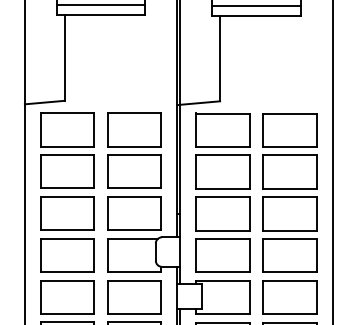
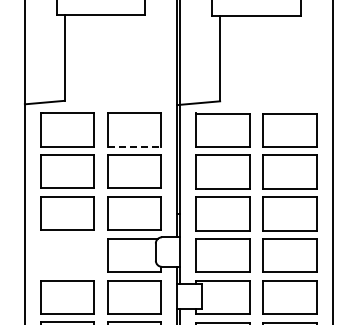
line at (100, 5): present -> none
line at (256, 5): present -> none
line at (134, 146): solid -> dashed
part at (67, 255): present -> none
